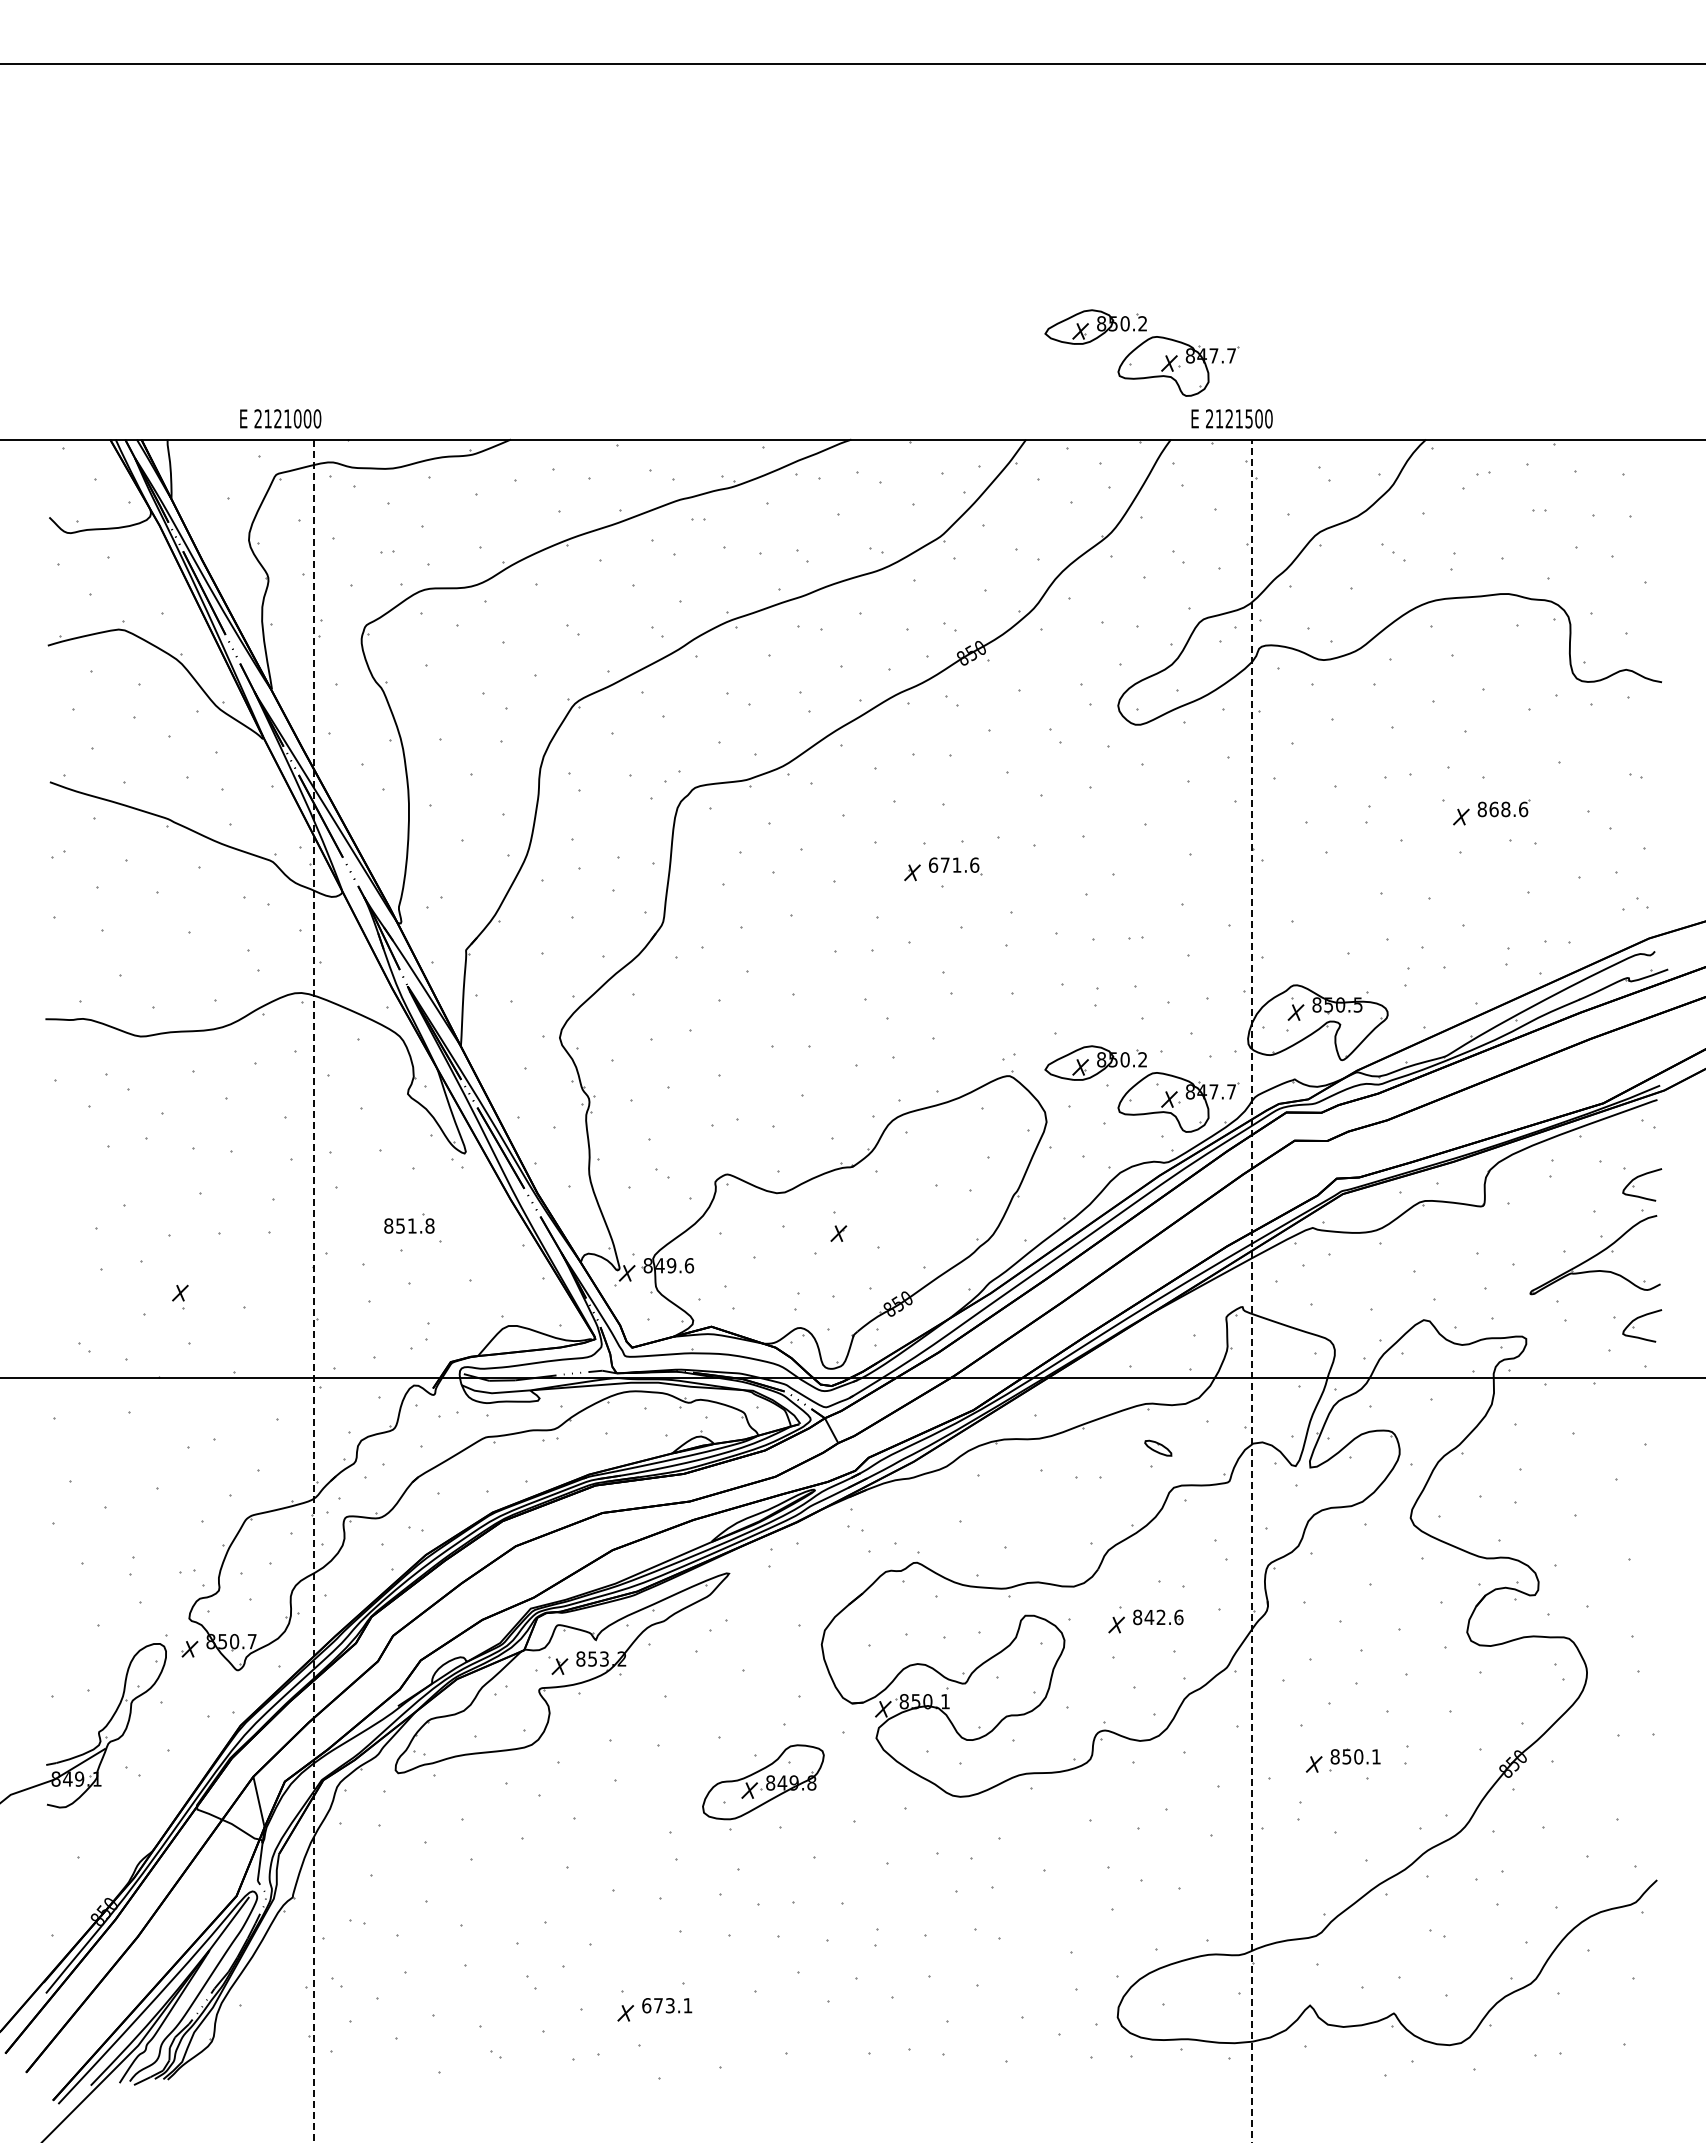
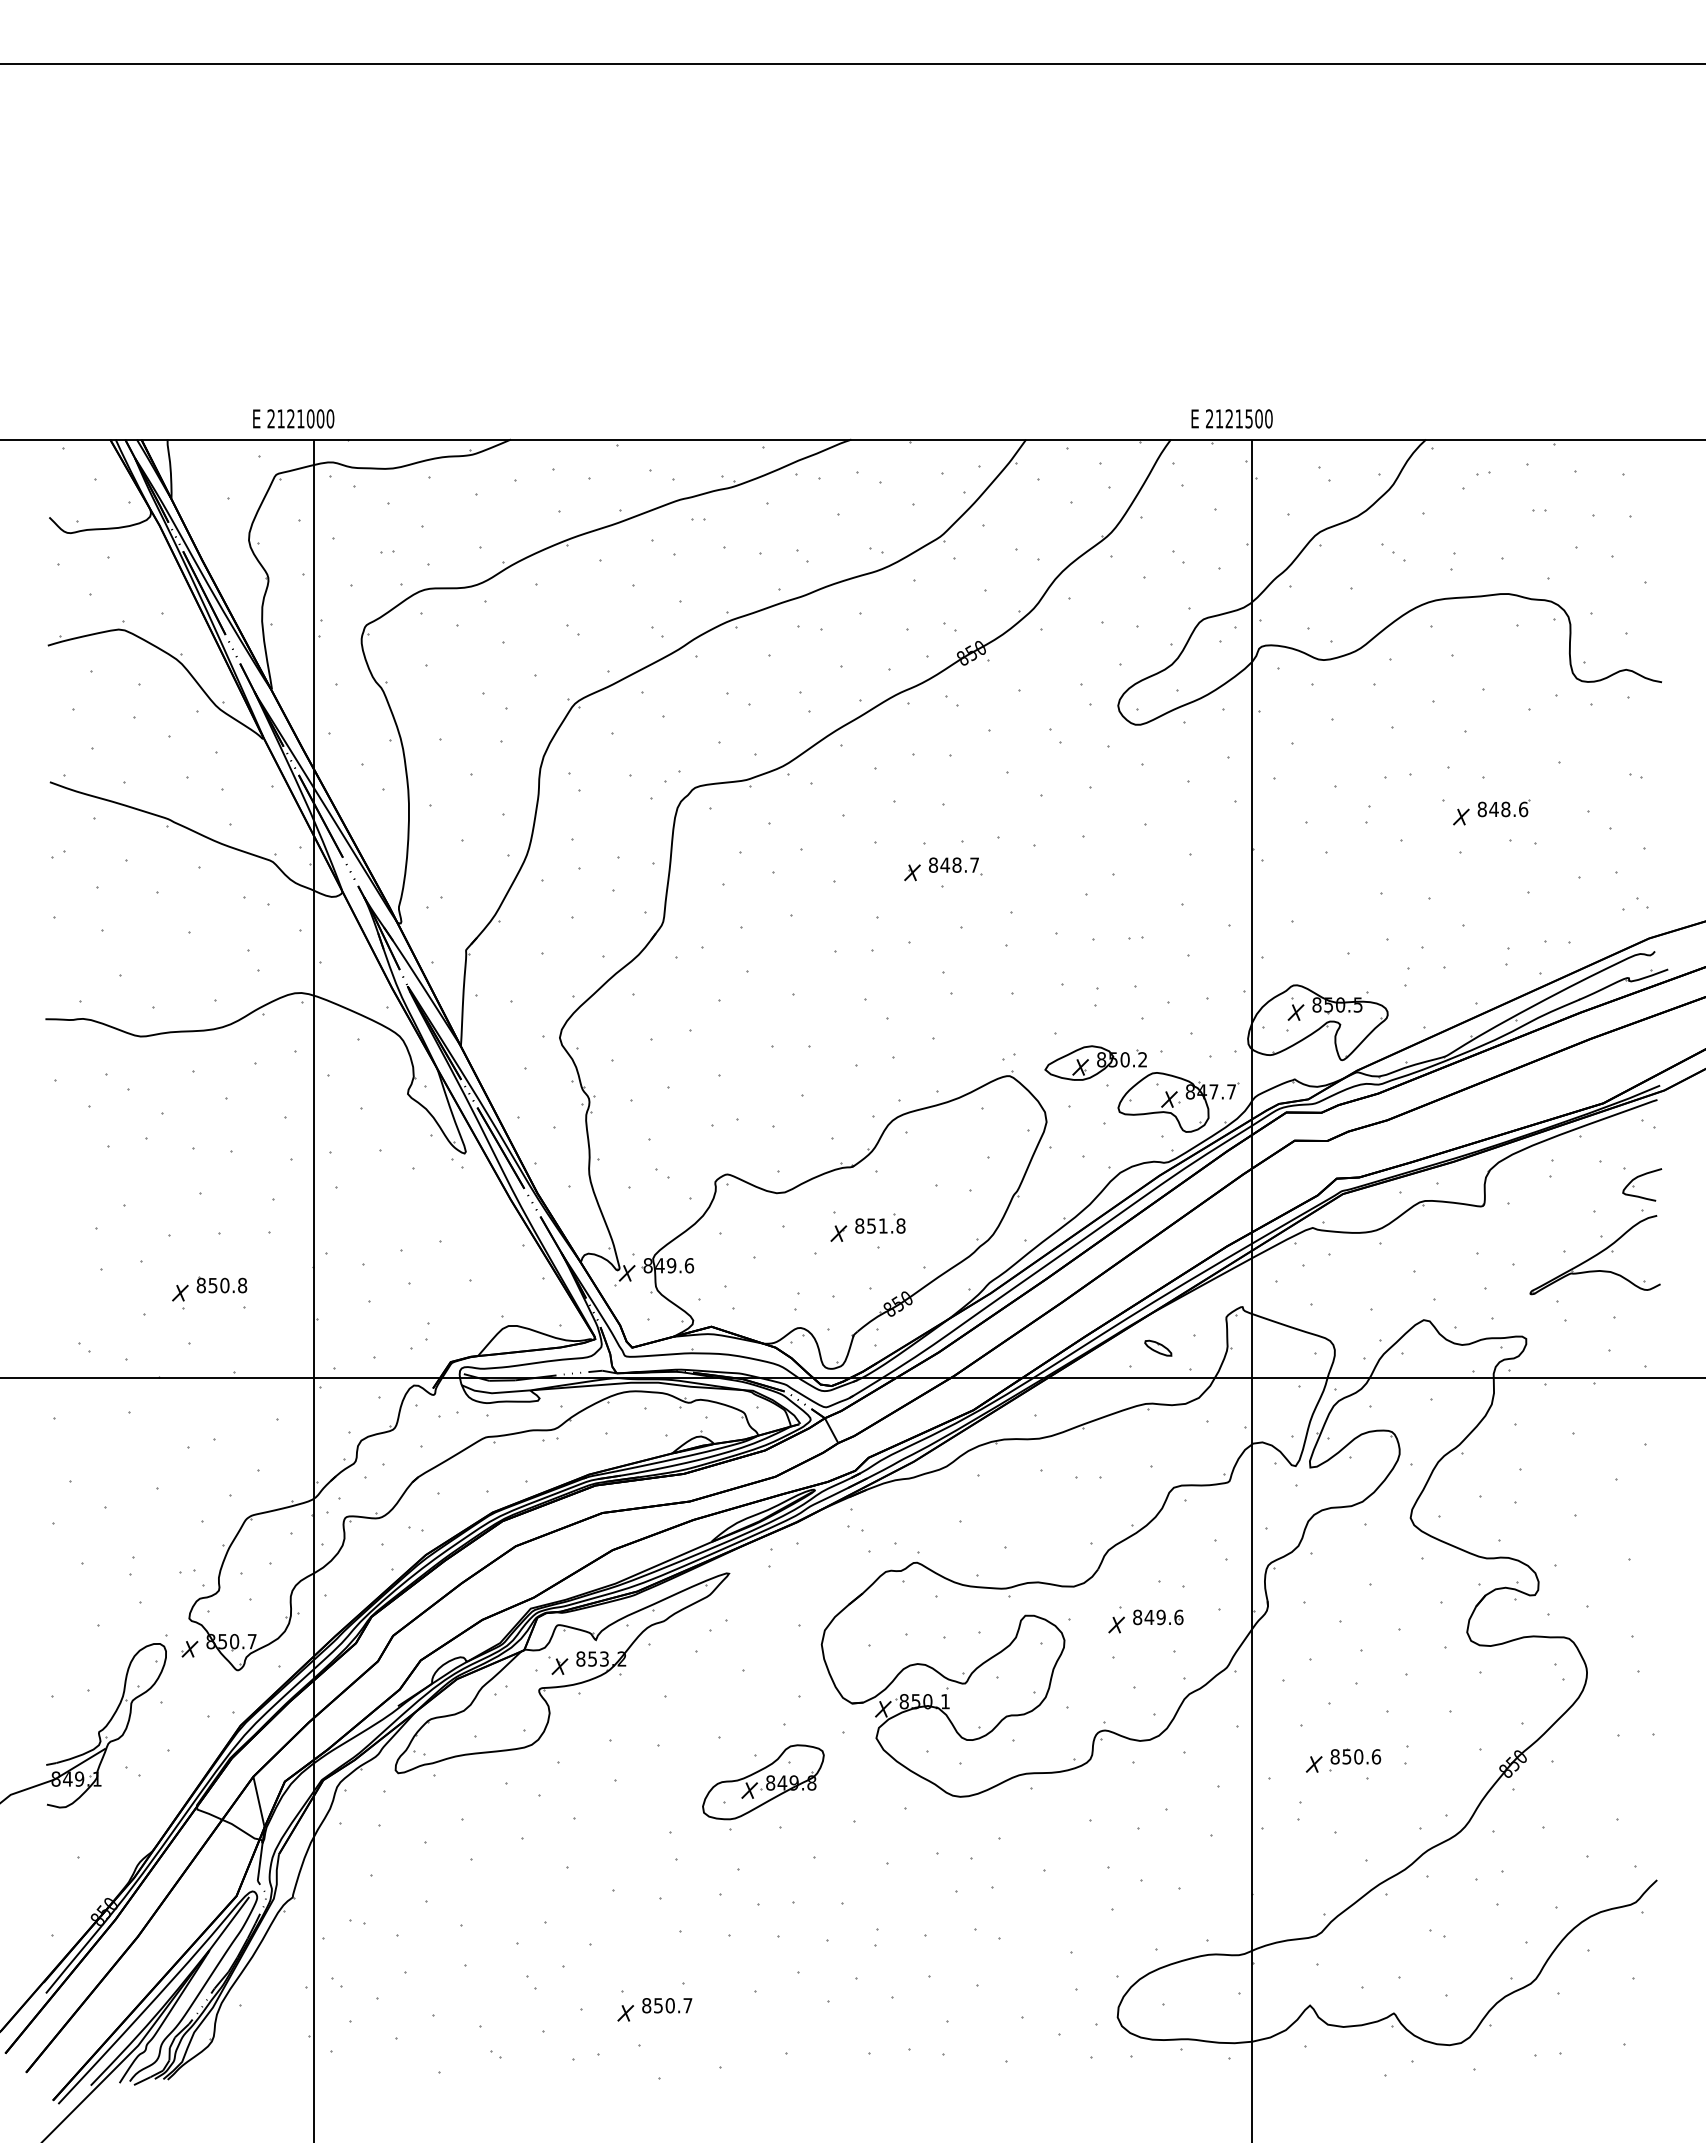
part at (1141, 352): present -> none
text at (280, 418) position: (280, 418) -> (293, 418)
text at (1493, 809): 868.6 -> 848.6
text at (953, 864): 671.6 -> 848.7
part at (409, 1223) position: (409, 1223) -> (880, 1223)
part at (221, 1284): none -> present
line at (1252, 1290): dashed -> solid
line at (314, 1291): dashed -> solid
part at (1639, 1318): present -> none
part at (1158, 1447) position: (1158, 1447) -> (1158, 1347)
text at (1160, 1617): 842.6 -> 849.6
text at (1376, 1756): 850.1 -> 850.6
text at (667, 2005): 673.1 -> 850.7
